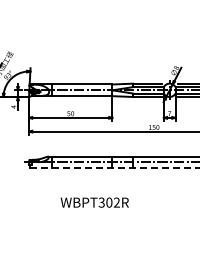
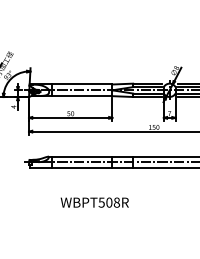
line at (114, 168): dashed -> solid
text at (109, 202): WBPT302R -> WBPT508R
